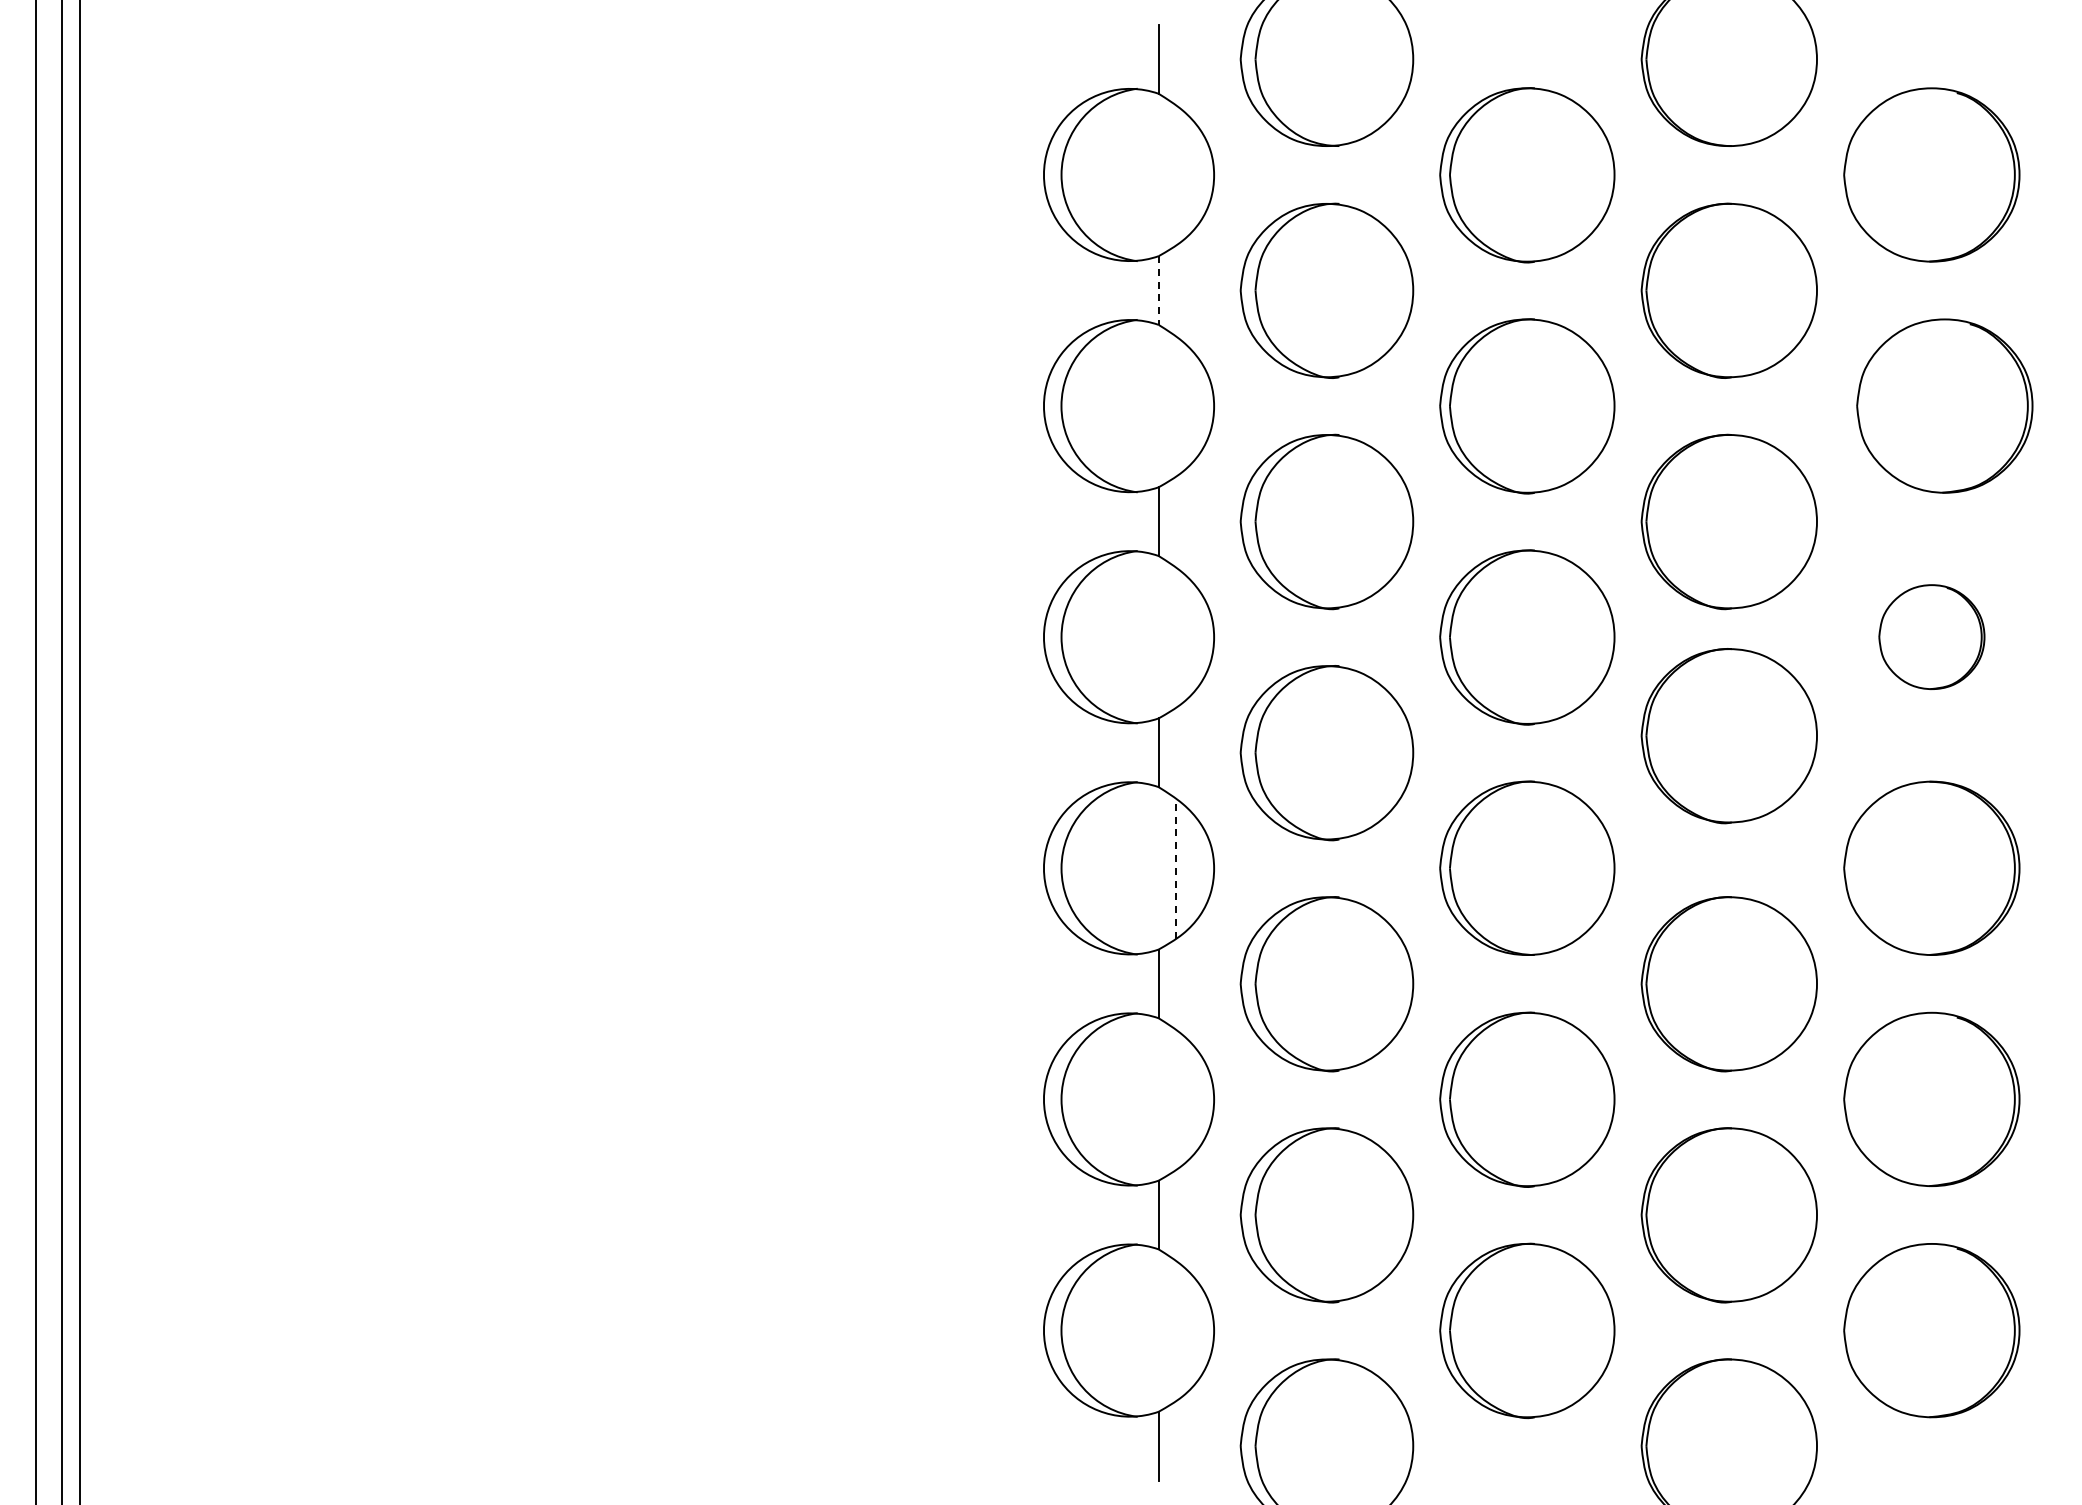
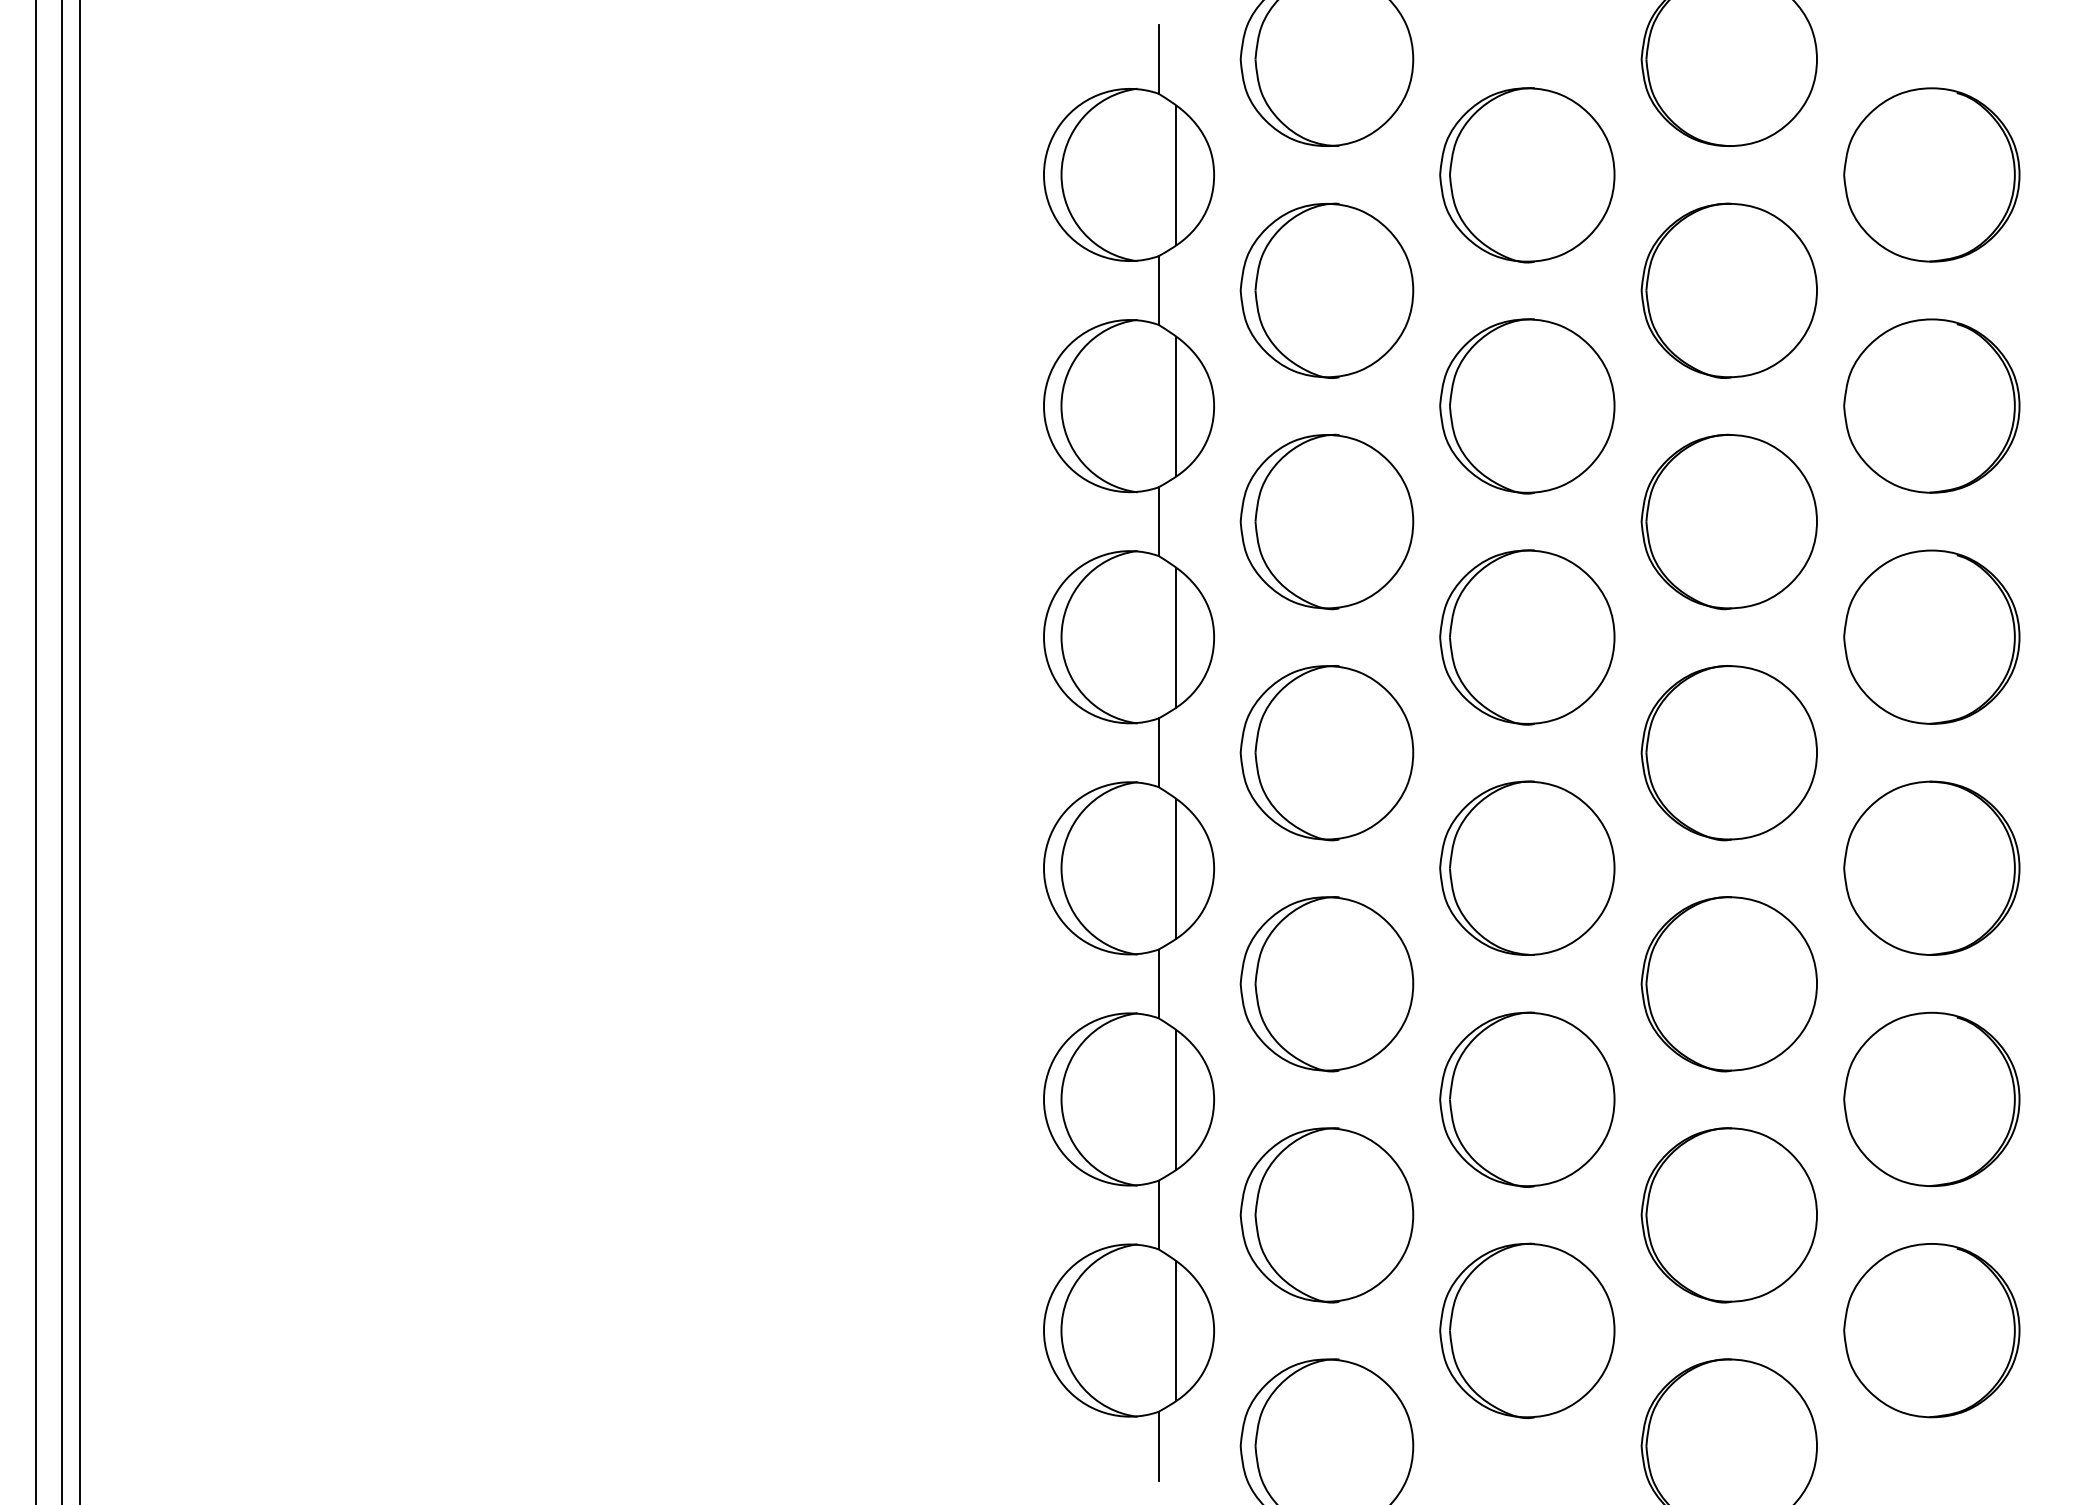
line at (1175, 175): none -> present
line at (1158, 291): dashed -> solid
part at (1944, 405) position: (1944, 405) -> (1931, 405)
line at (1175, 406): none -> present
part at (1931, 636) size: 108x106 px -> 178x176 px
line at (1175, 637): none -> present
part at (1728, 736) position: (1728, 736) -> (1728, 753)
line at (1175, 868): dashed -> solid
line at (1175, 1099): none -> present
line at (1175, 1330): none -> present
